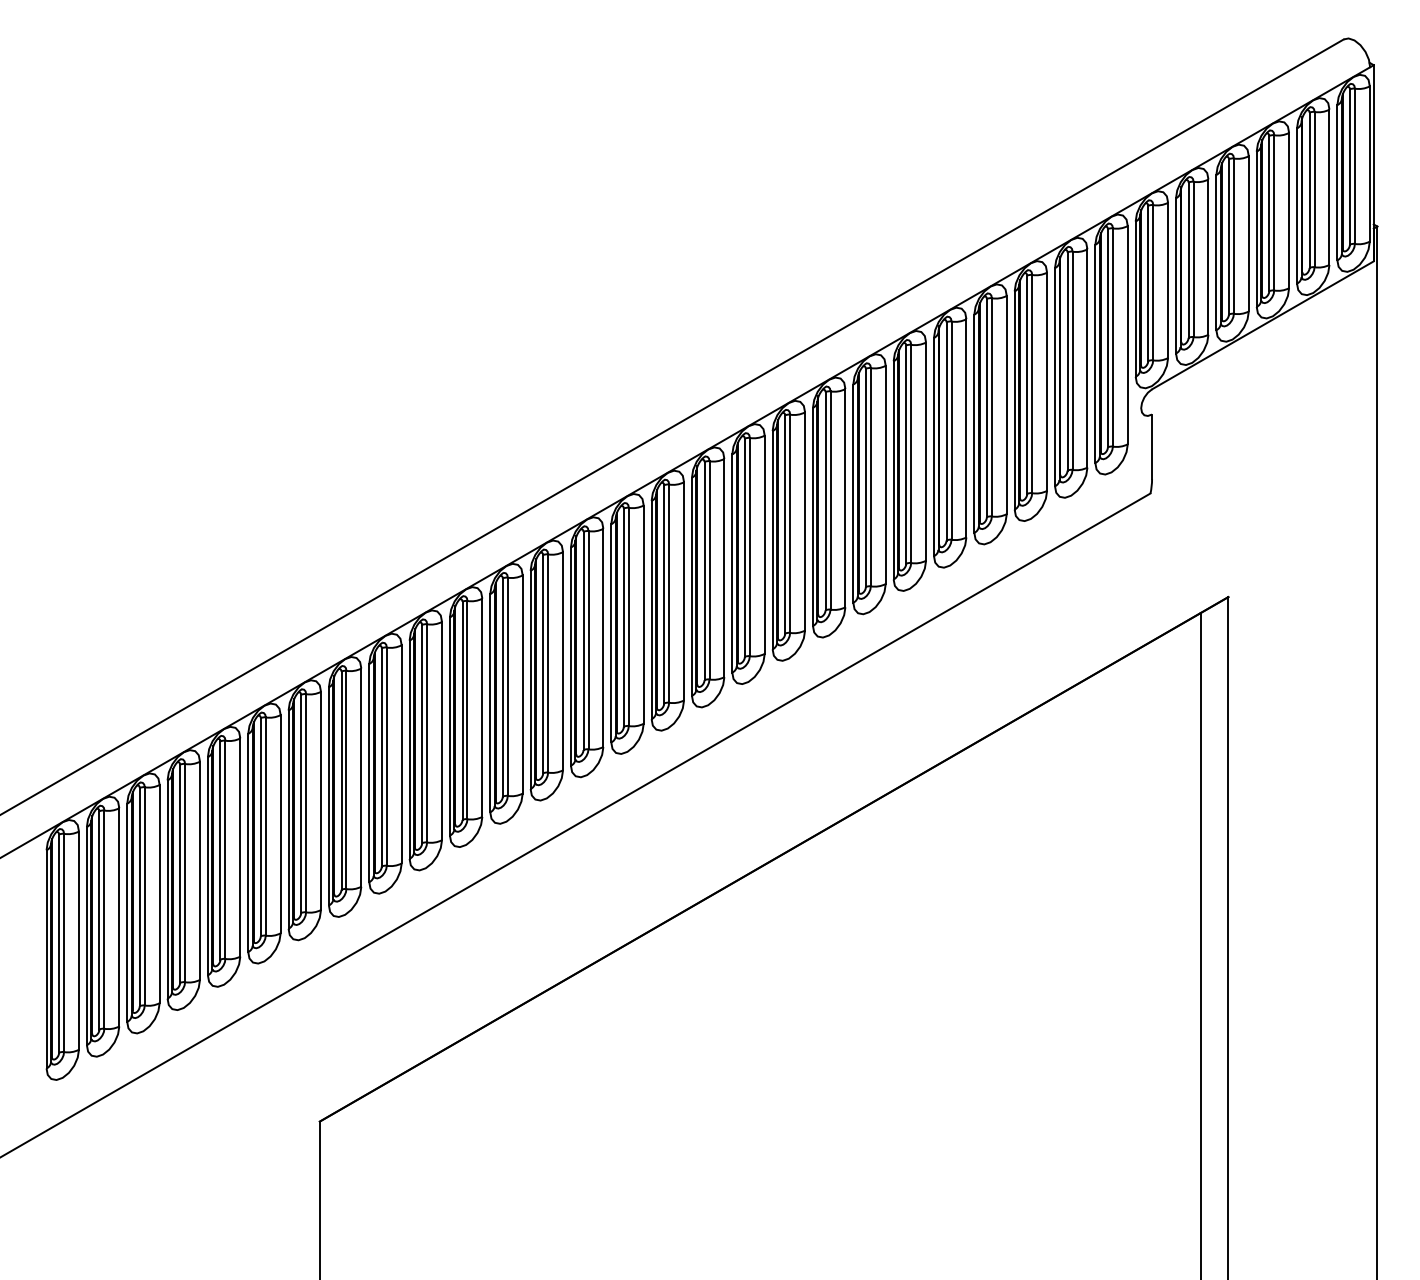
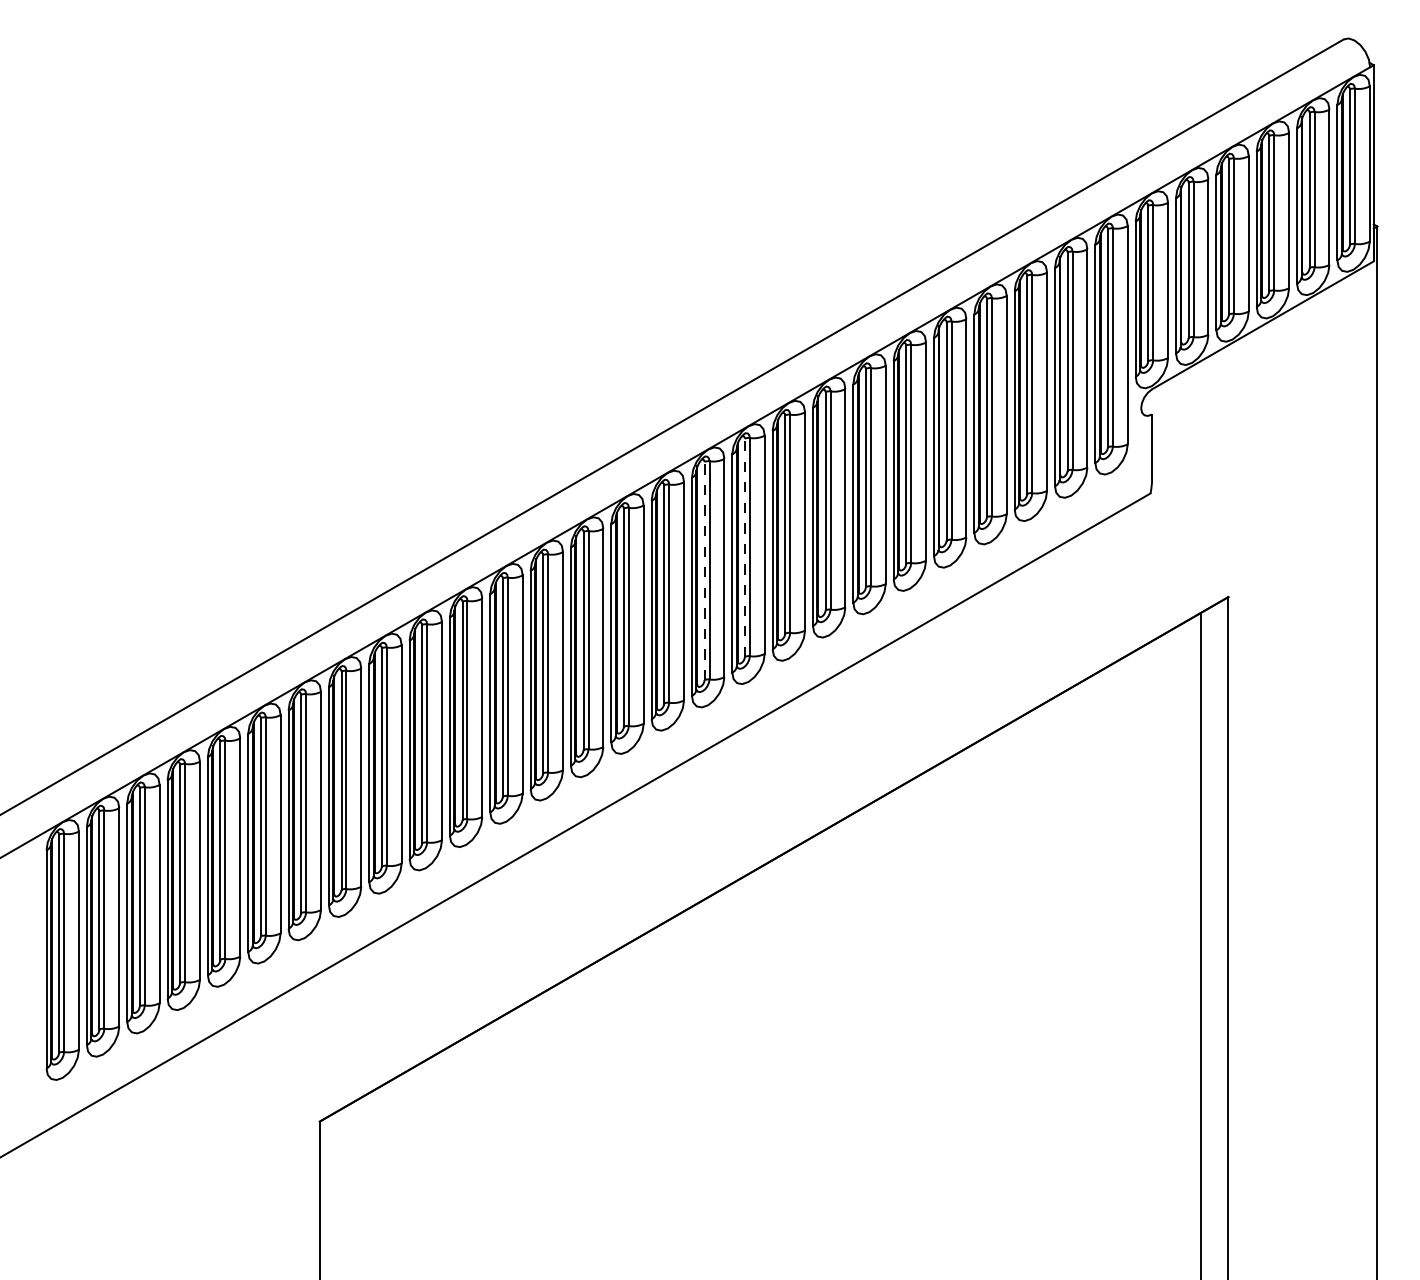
line at (744, 547): solid -> dashed
line at (704, 570): solid -> dashed
